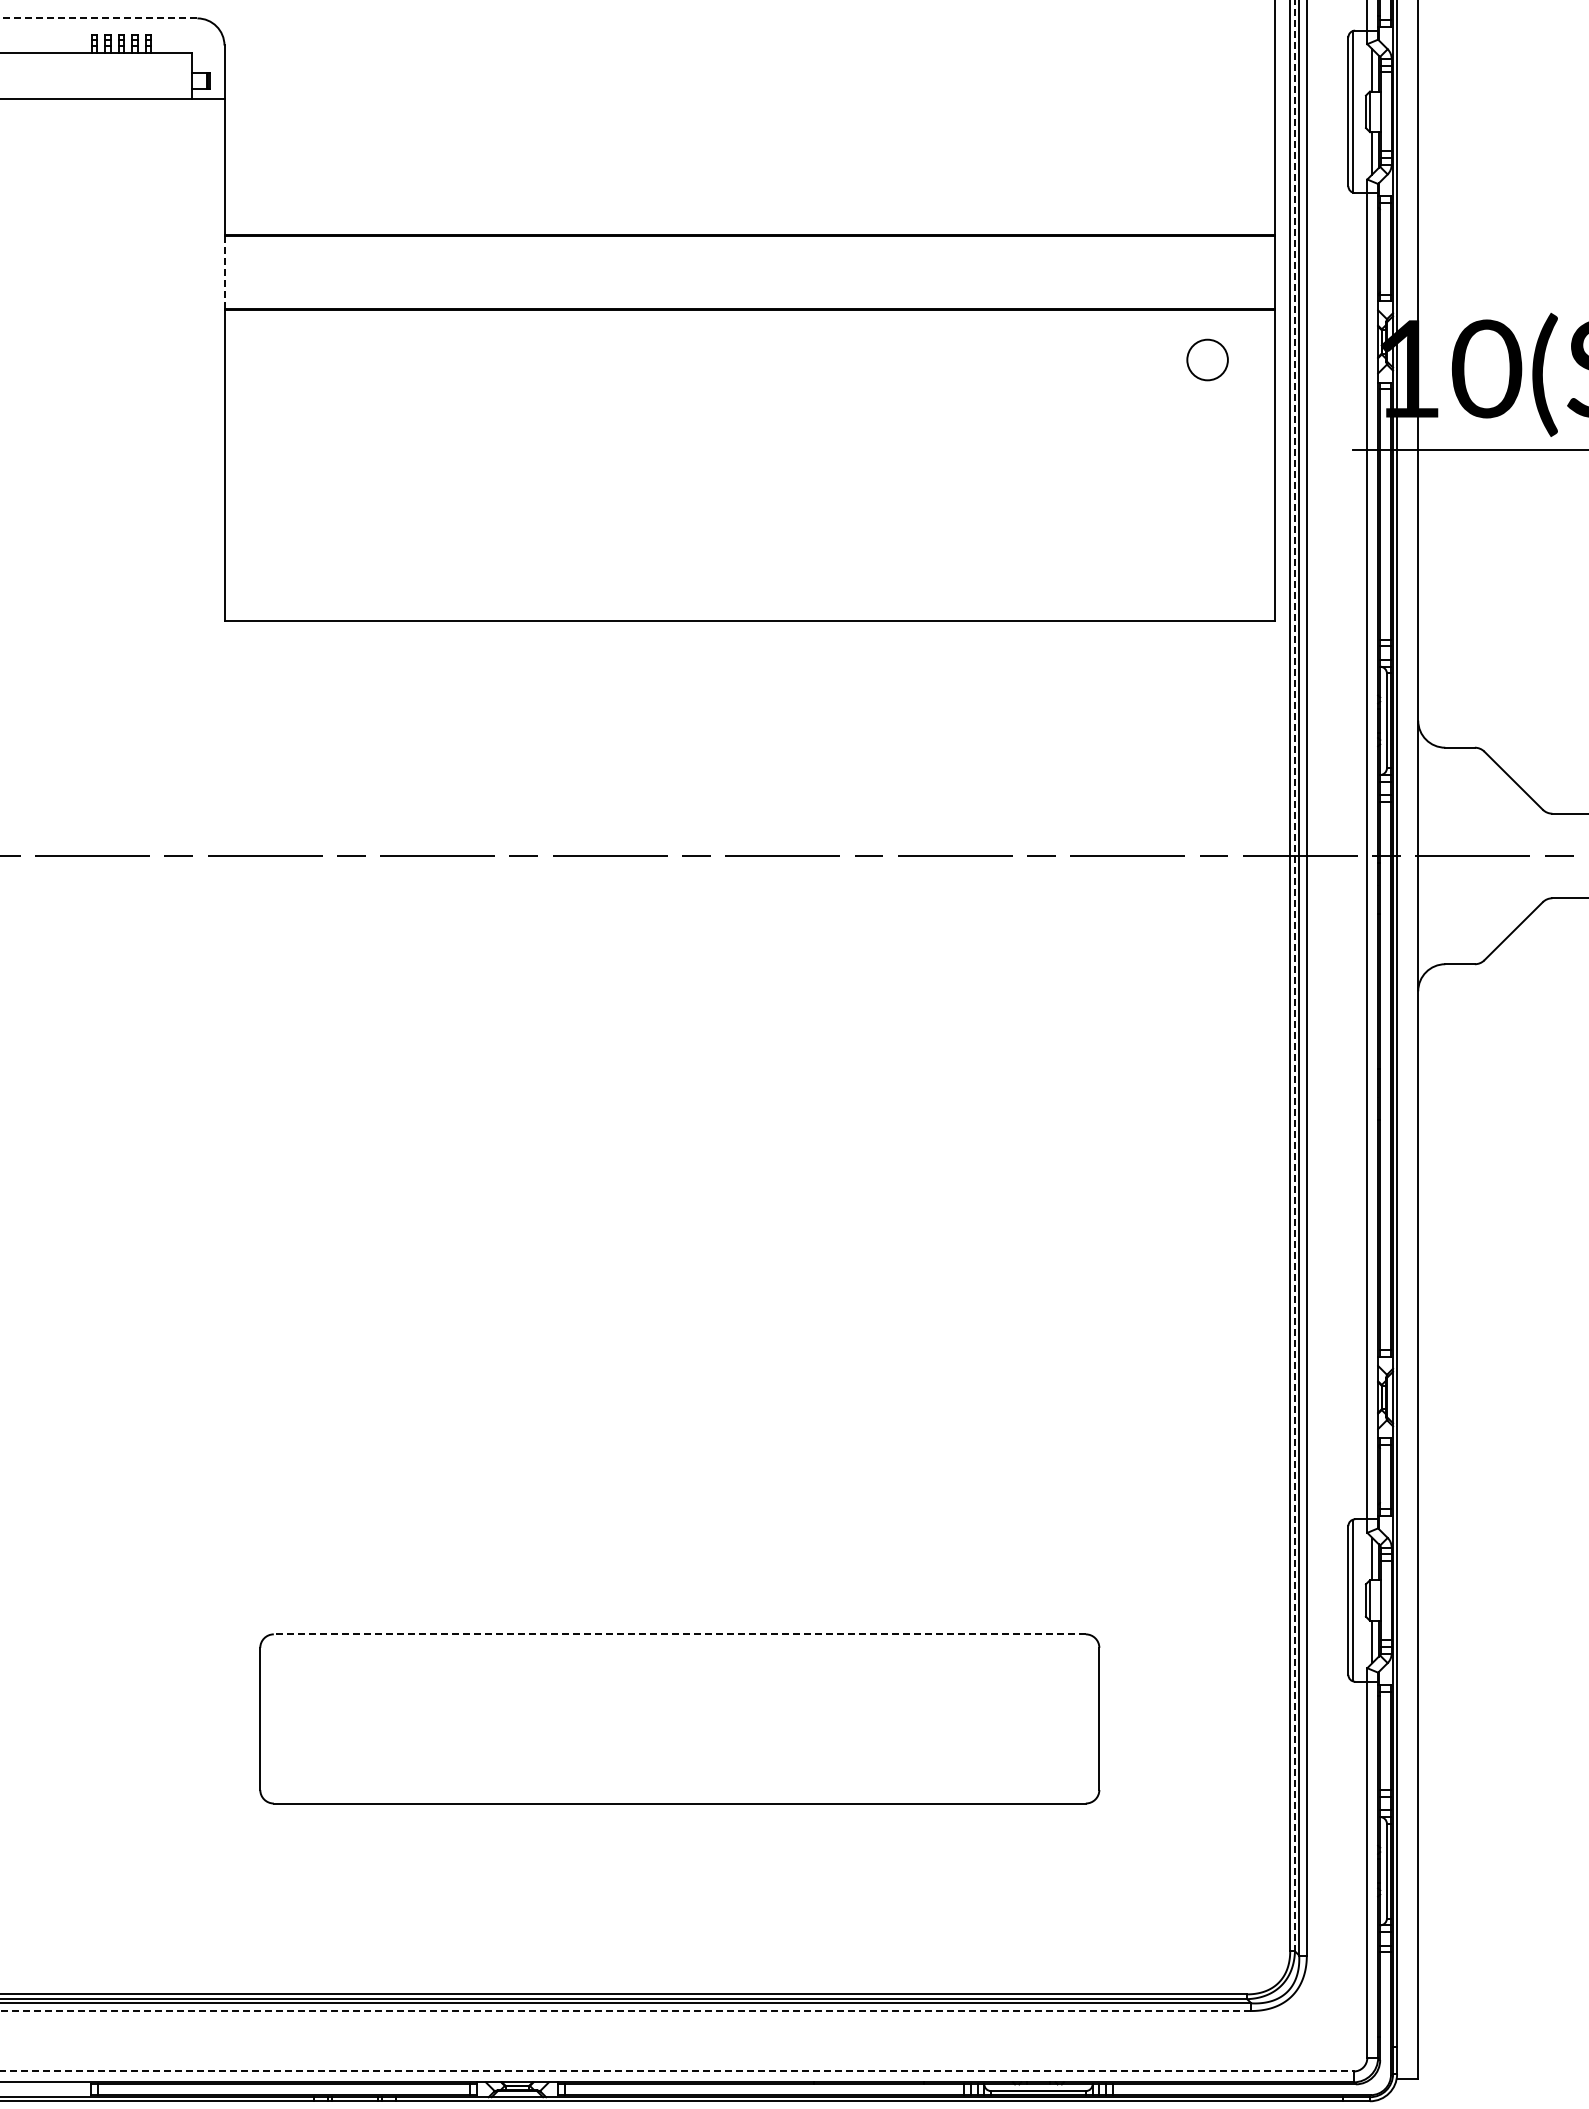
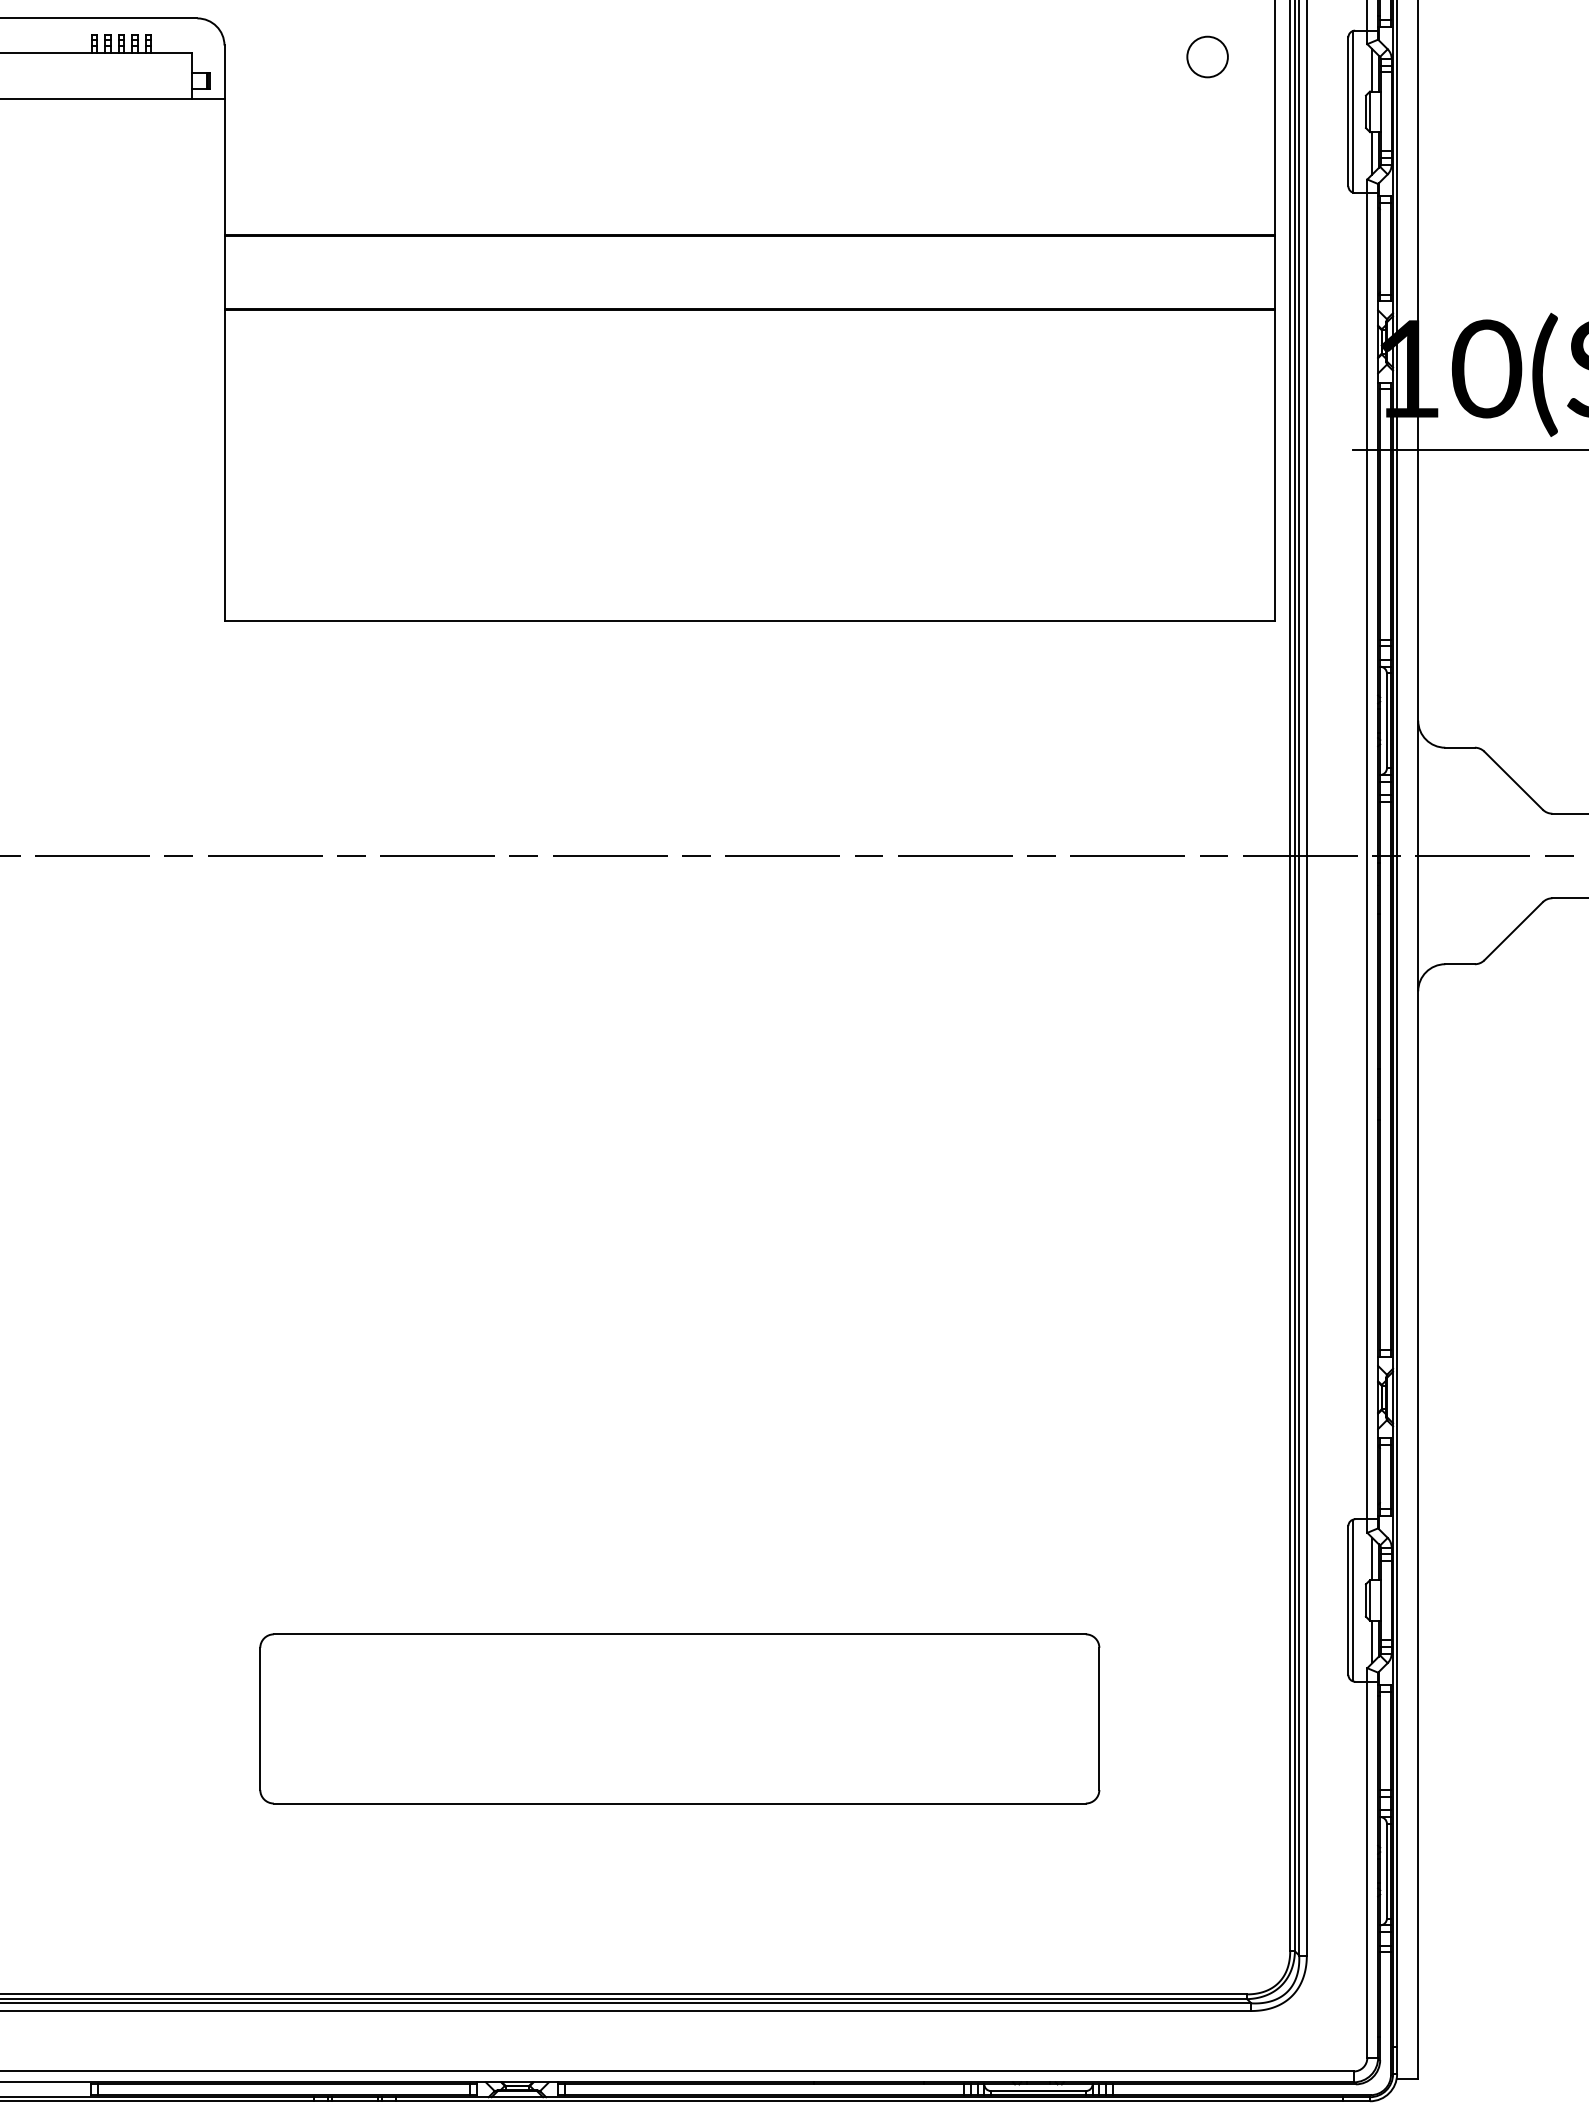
line at (98, 18): dashed -> solid
line at (224, 272): dashed -> solid
circle at (1207, 359) position: (1207, 359) -> (1207, 56)
line at (1294, 976): dashed -> solid
line at (679, 1634): dashed -> solid
line at (625, 2011): dashed -> solid
line at (677, 2071): dashed -> solid
